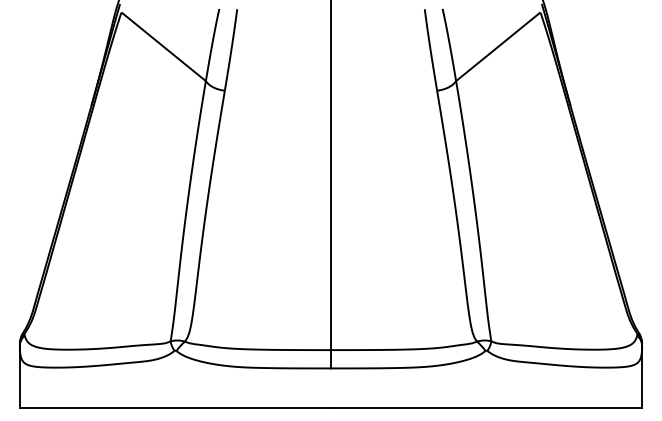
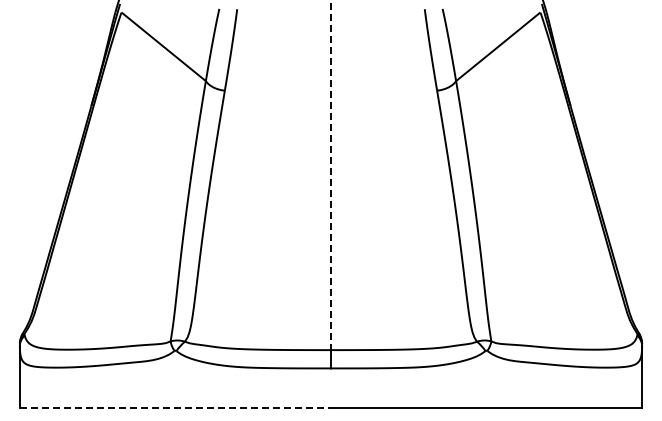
line at (331, 175): solid -> dashed
line at (175, 408): solid -> dashed
